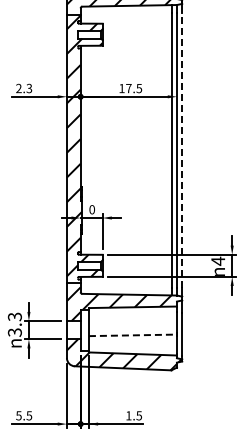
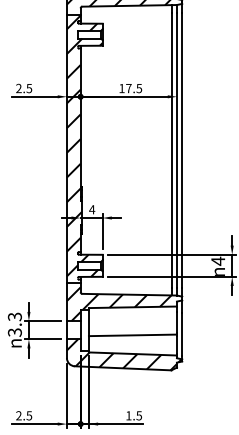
text at (29, 87): 2.3 -> 2.5
line at (182, 150): dashed -> solid
text at (92, 209): 0 -> 4
line at (133, 335): dashed -> solid
text at (18, 415): 5.5 -> 2.5
